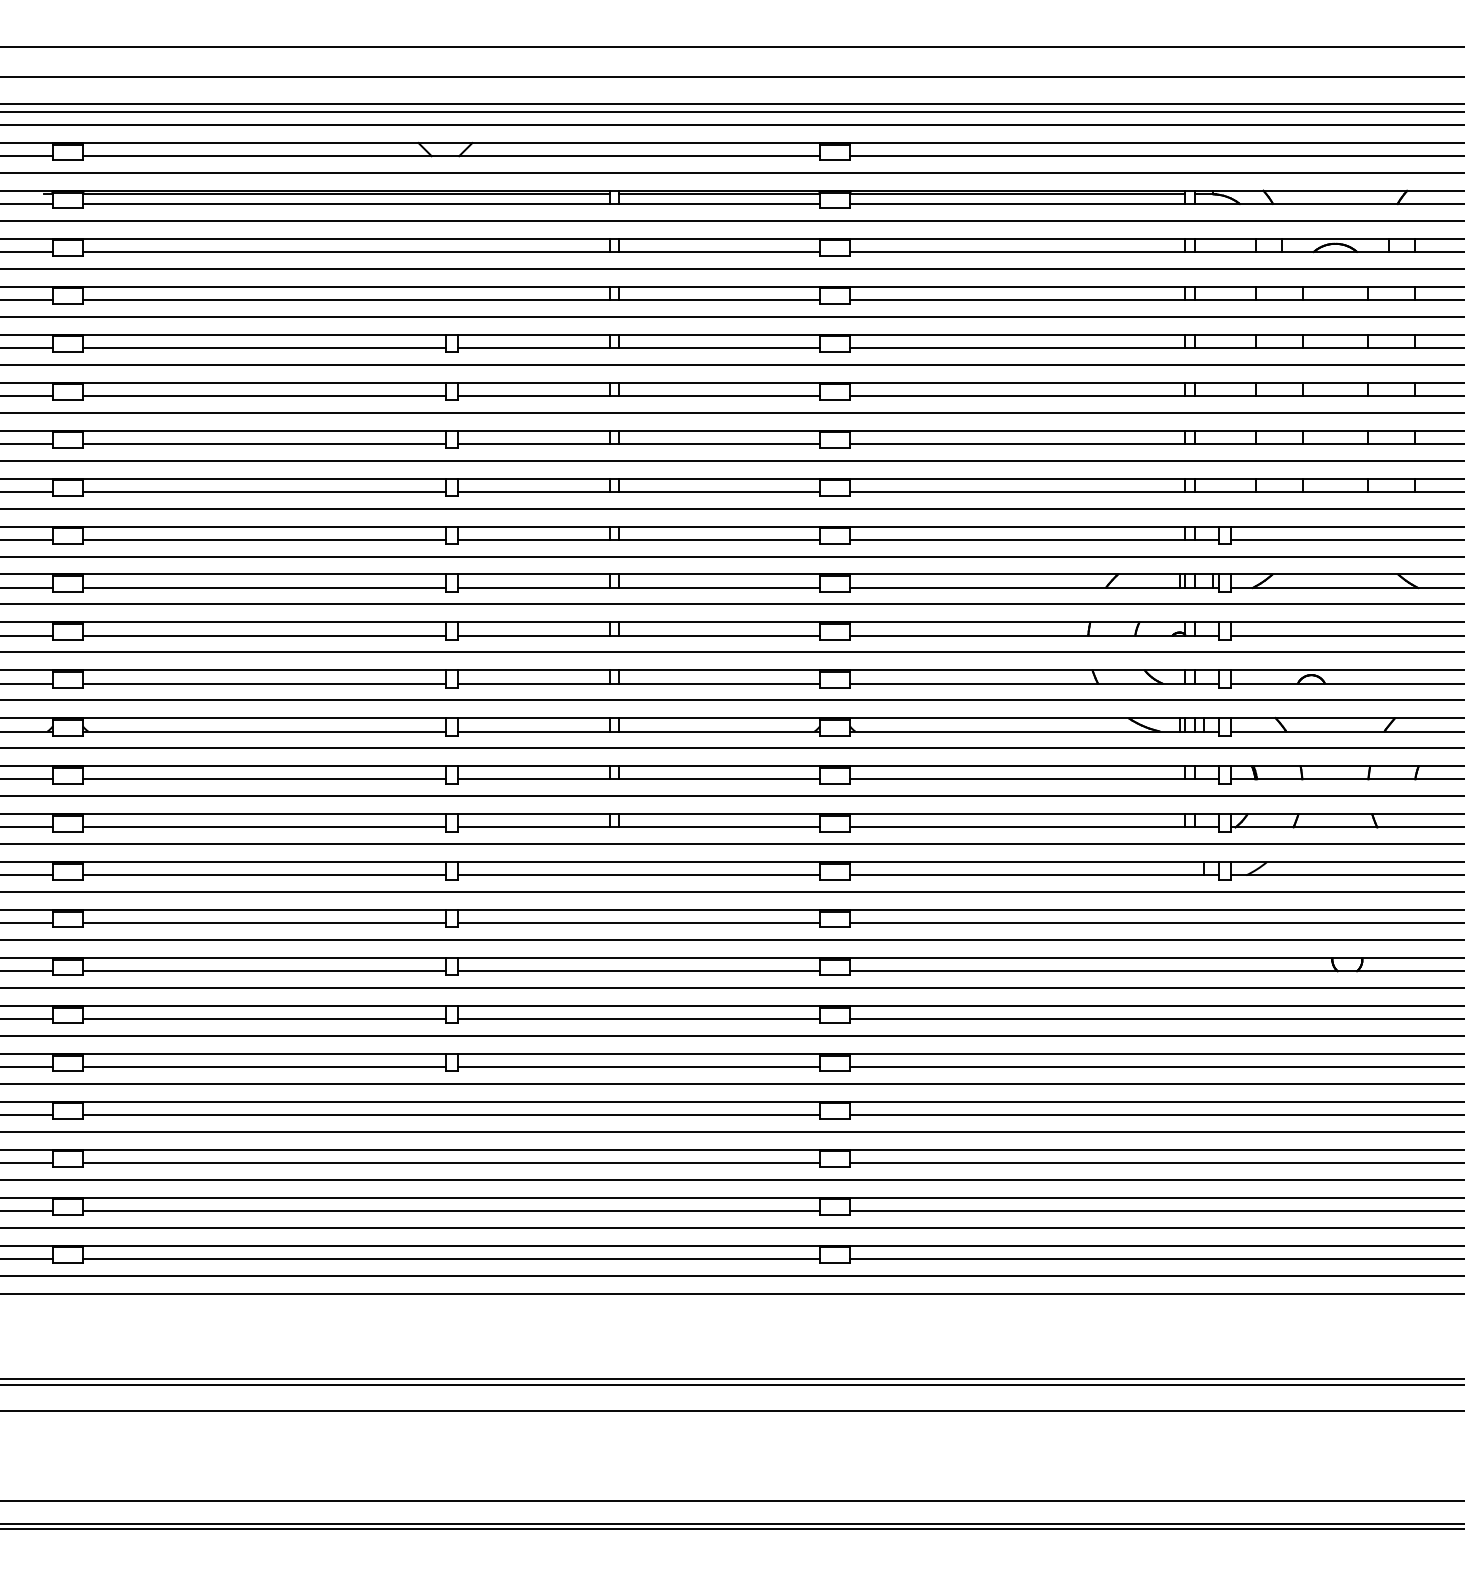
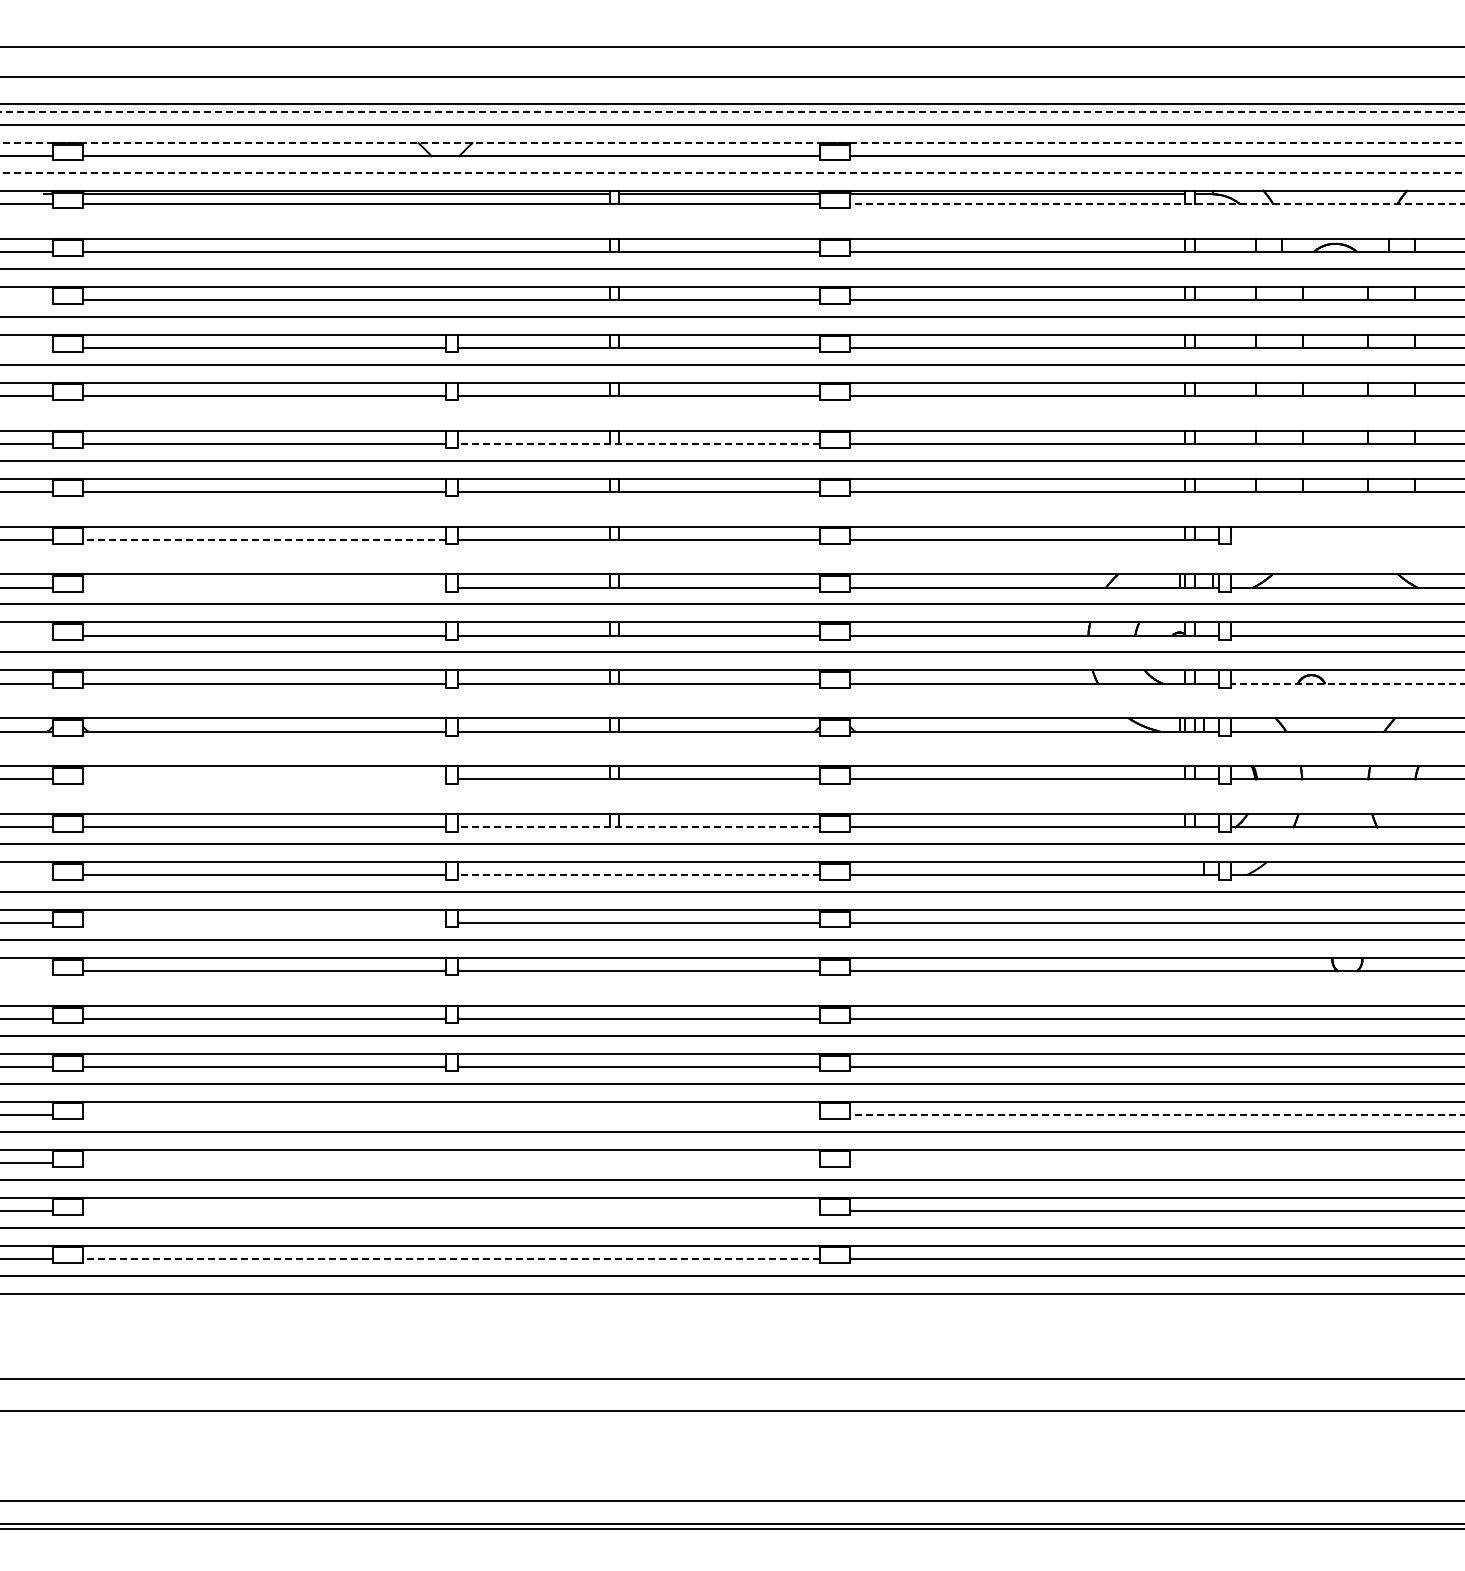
line at (731, 112): solid -> dashed
line at (733, 143): solid -> dashed
line at (733, 172): solid -> dashed
line at (1156, 204): solid -> dashed
line at (731, 220): present -> none
line at (27, 300): present -> none
line at (27, 347): present -> none
line at (731, 412): present -> none
line at (638, 443): solid -> dashed
line at (731, 508): present -> none
line at (263, 539): solid -> dashed
line at (1345, 539): present -> none
line at (731, 556): present -> none
line at (263, 587): present -> none
line at (27, 635): present -> none
line at (1347, 683): solid -> dashed
line at (731, 700): present -> none
line at (731, 748): present -> none
line at (263, 779): present -> none
line at (731, 796): present -> none
line at (638, 827): solid -> dashed
line at (27, 875): present -> none
line at (638, 875): solid -> dashed
line at (263, 923): present -> none
line at (27, 971): present -> none
line at (731, 988): present -> none
line at (451, 1115): present -> none
line at (1156, 1115): solid -> dashed
line at (451, 1163): present -> none
line at (1155, 1163): present -> none
line at (451, 1210): present -> none
line at (451, 1258): solid -> dashed
line at (731, 1385): present -> none
